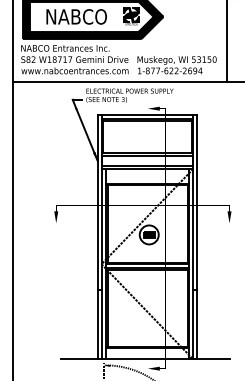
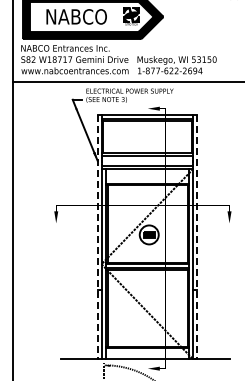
line at (227, 41): present -> none
line at (97, 237): solid -> dashed
line at (197, 237): solid -> dashed
